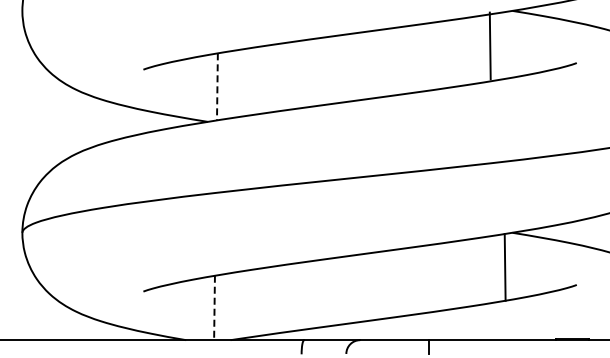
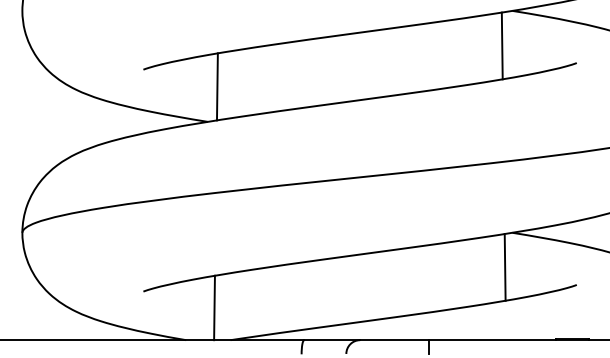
line at (489, 45) position: (489, 45) -> (501, 45)
line at (217, 86): dashed -> solid
line at (214, 308): dashed -> solid
